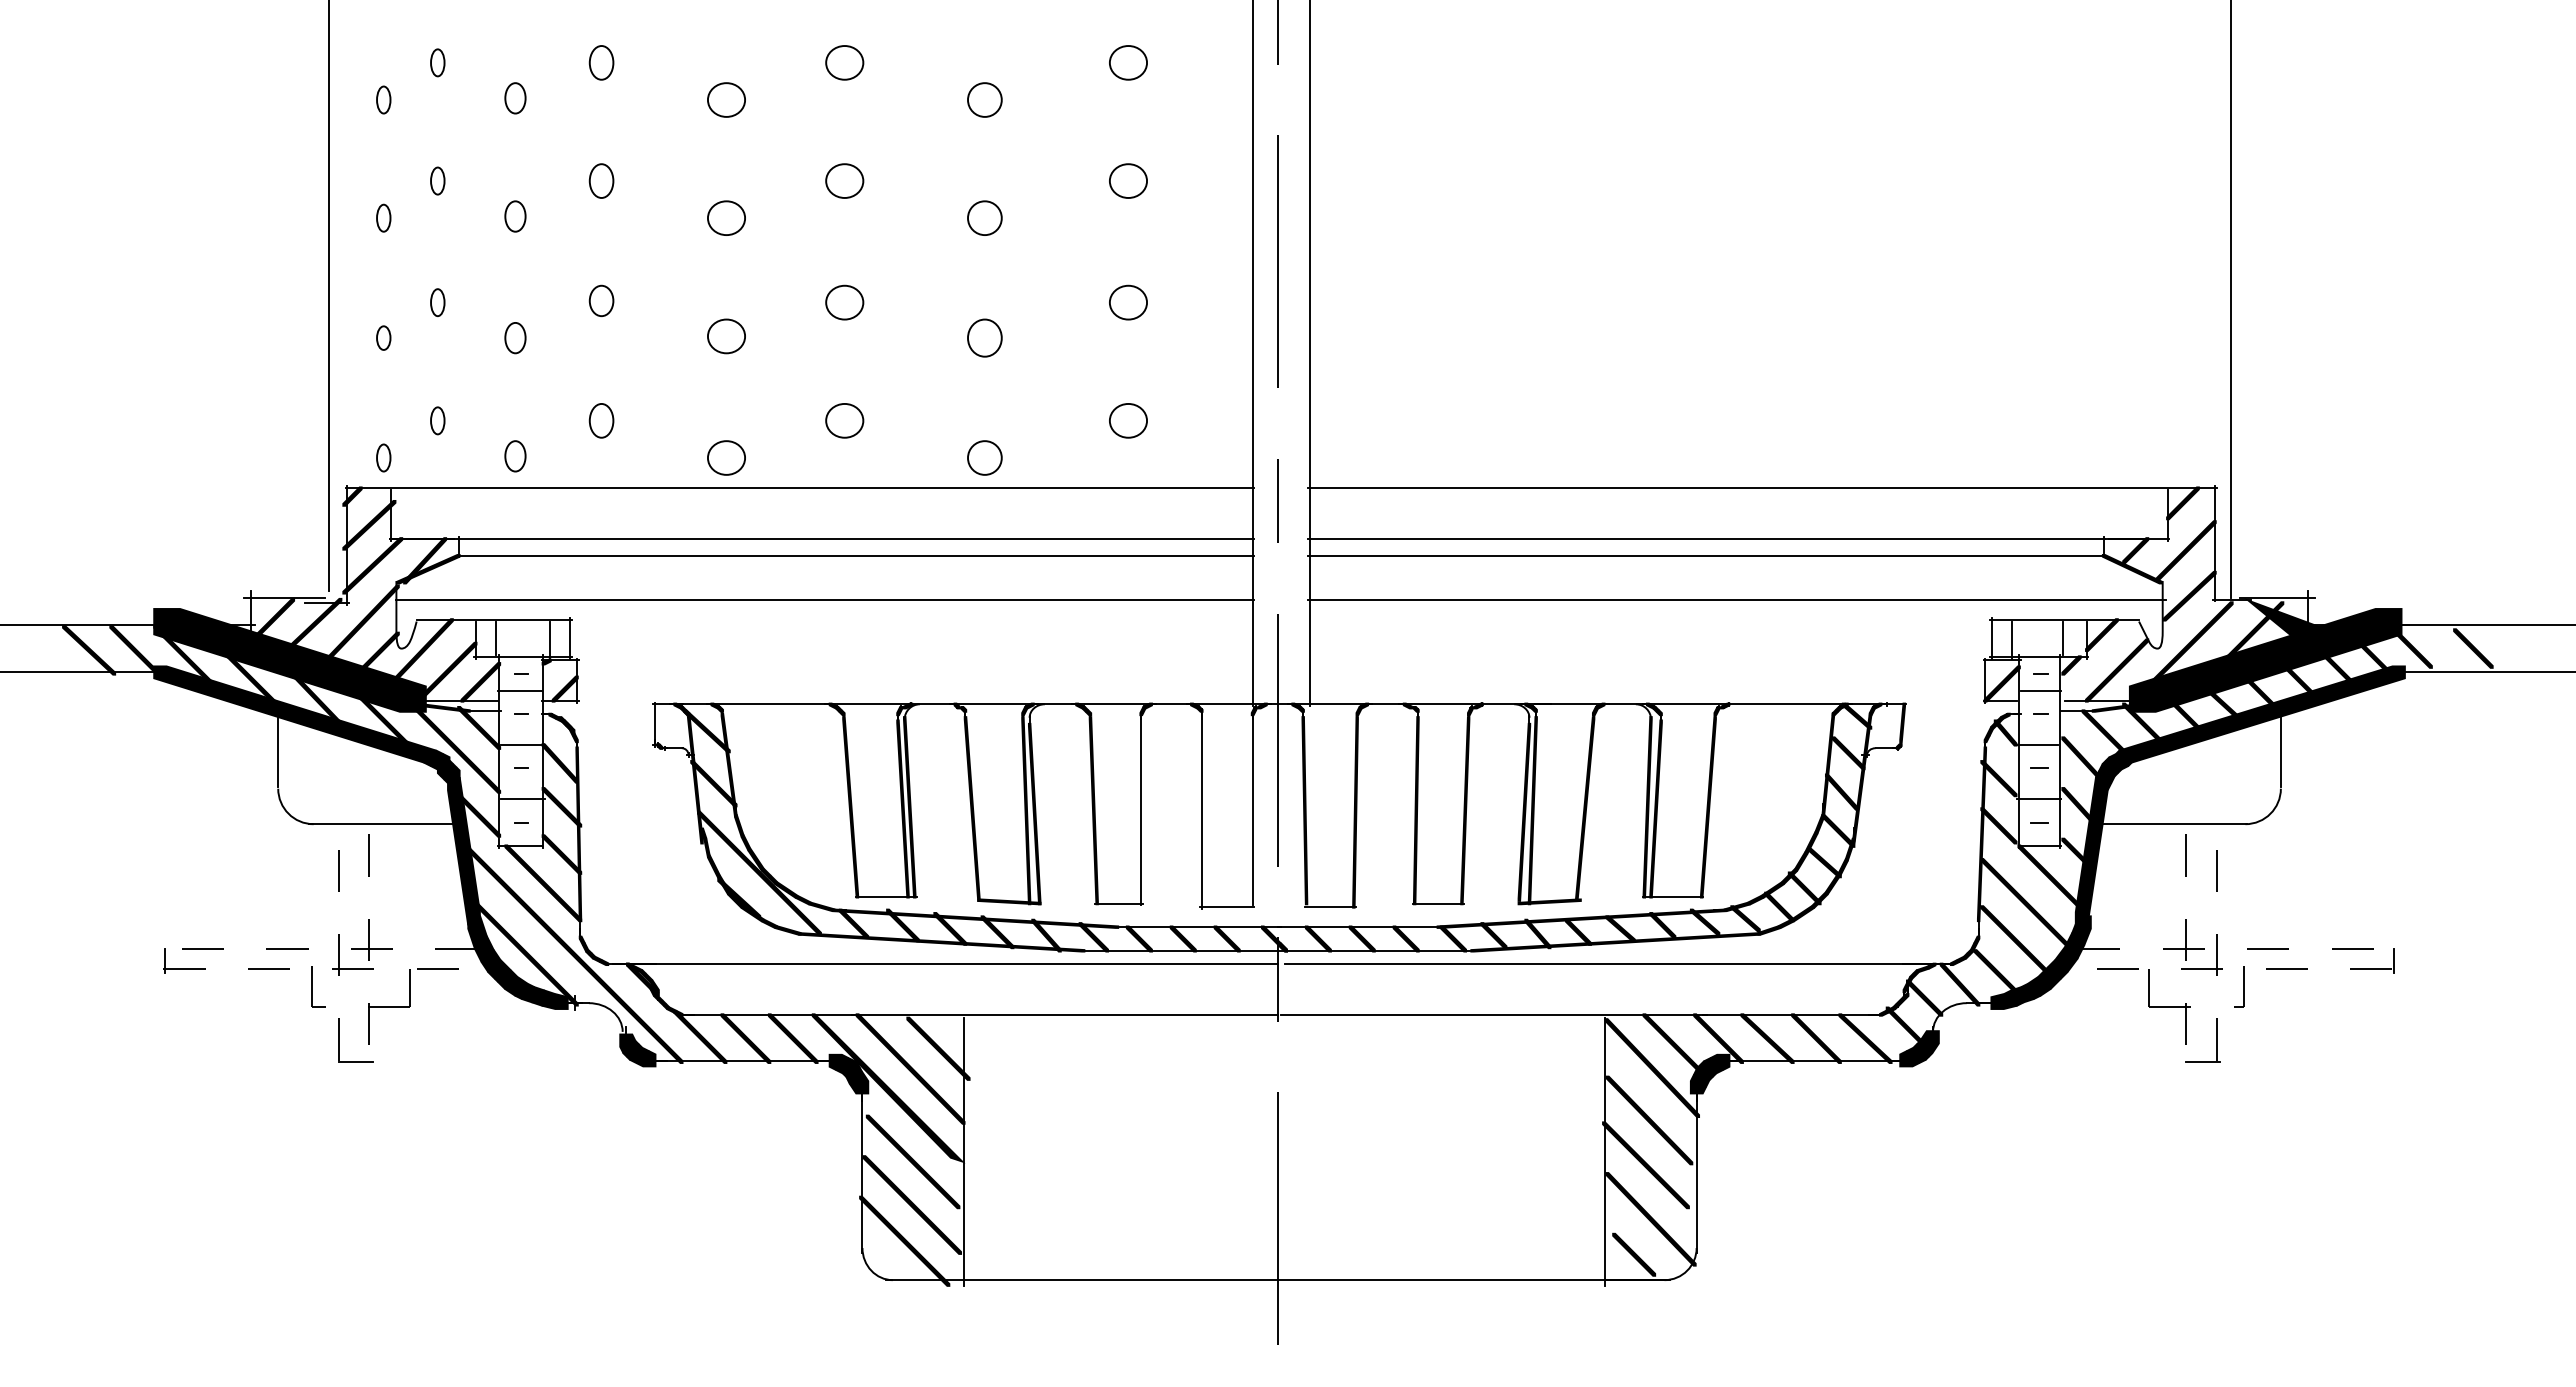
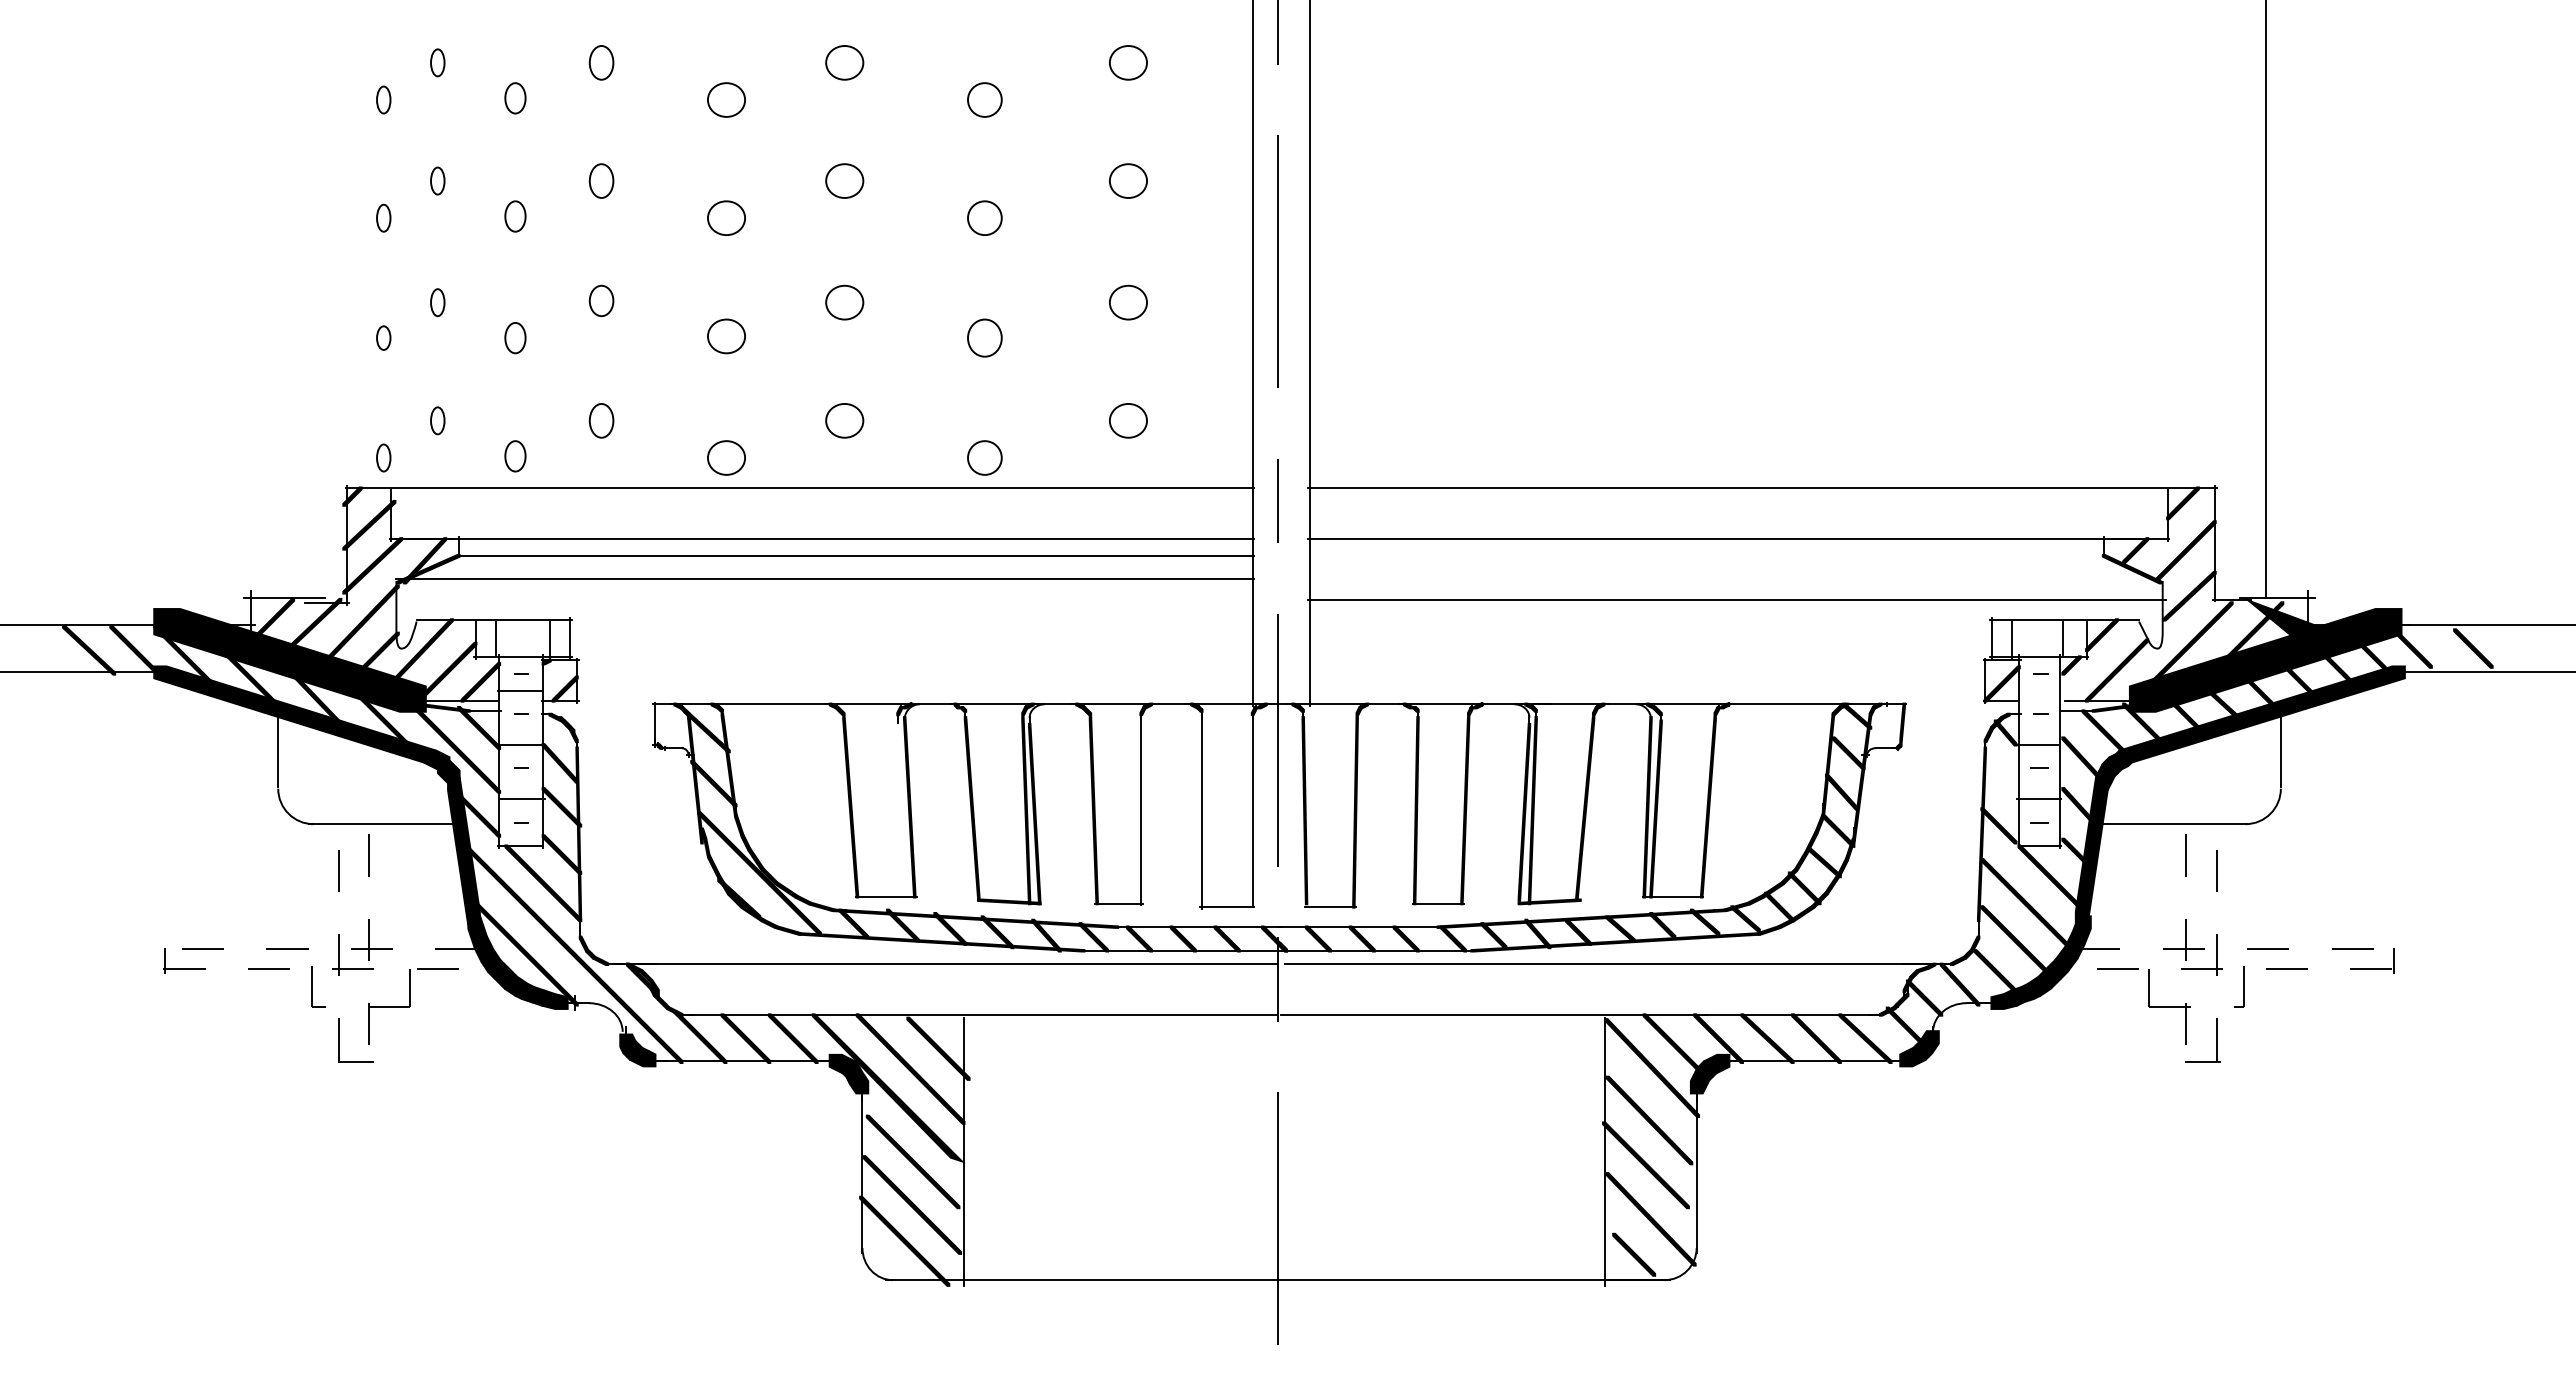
line at (328, 296): present -> none
line at (2230, 300) position: (2230, 300) -> (2265, 300)
line at (1704, 555): present -> none
line at (825, 599) position: (825, 599) -> (825, 578)
line at (2040, 690): present -> none
fill at (1998, 778): present -> none
fill at (902, 808): present -> none
